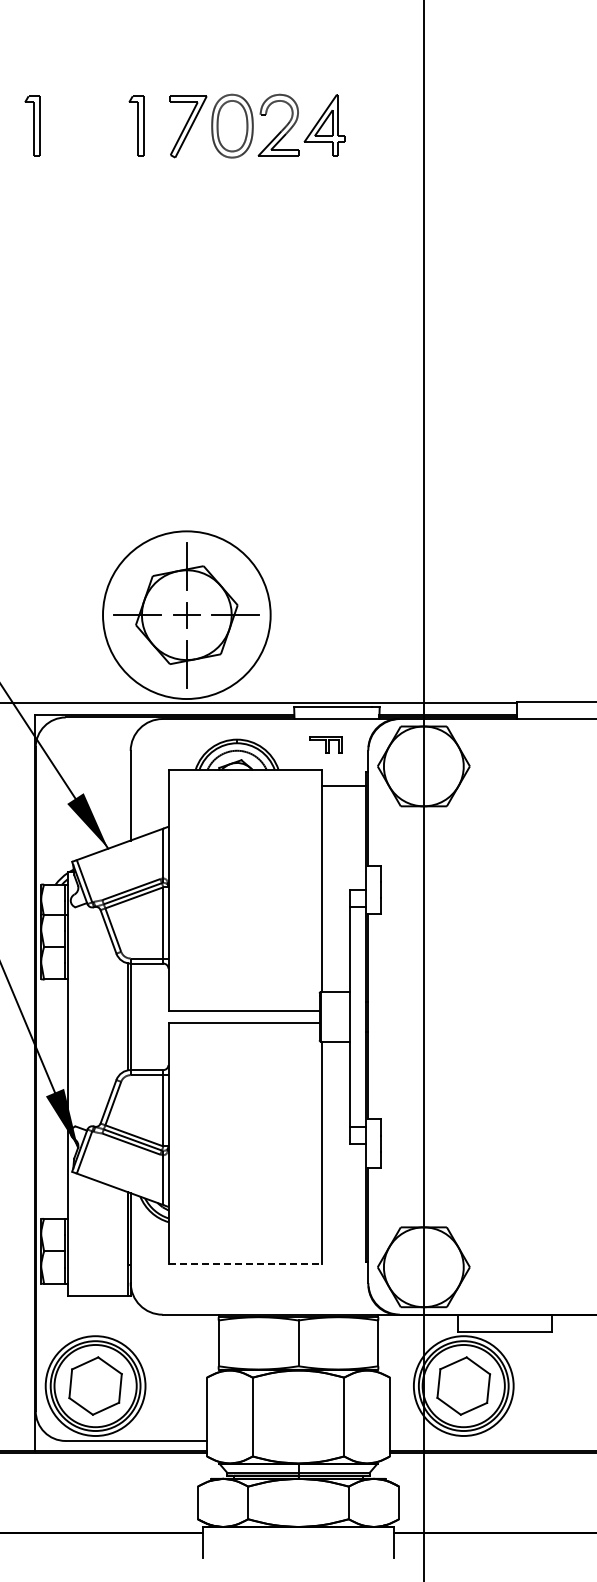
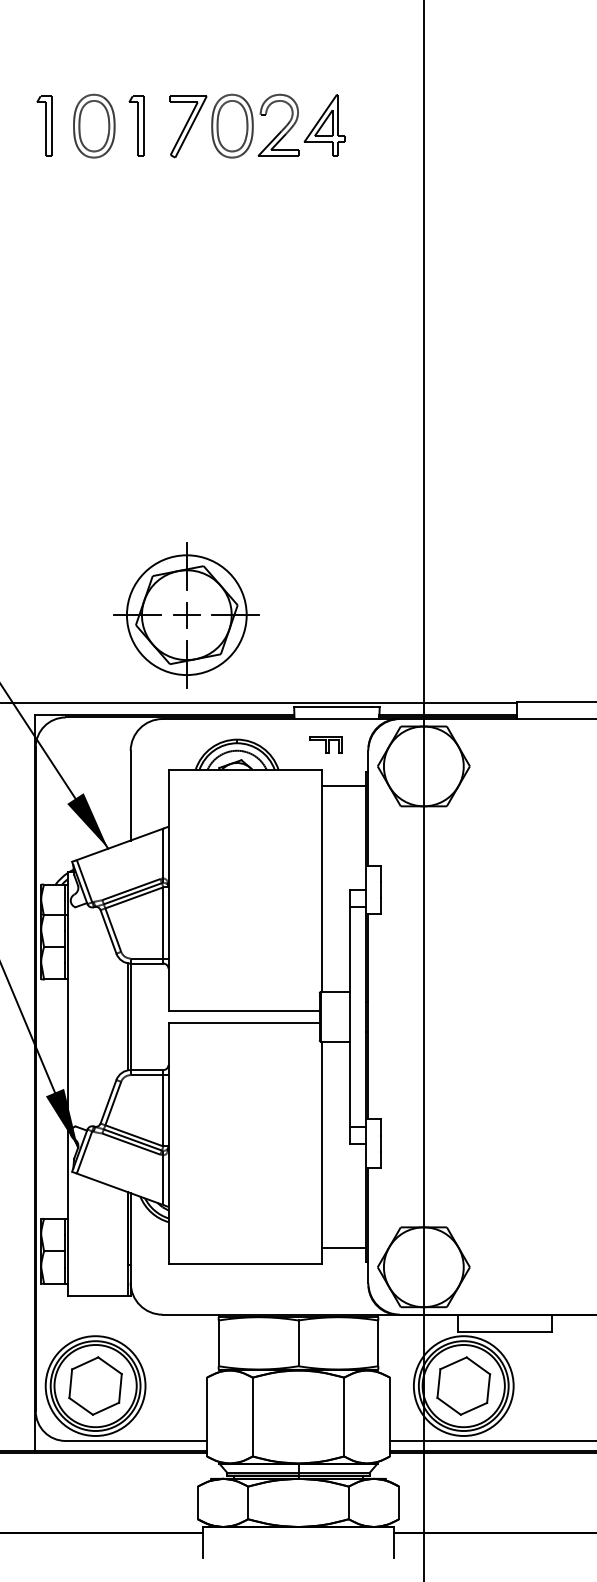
part at (32, 125) position: (32, 125) -> (44, 125)
part at (94, 125): none -> present
circle at (186, 615) diameter: 168 px -> 120 px
line at (343, 1247): none -> present
line at (245, 1264): dashed -> solid
line at (491, 1440): none -> present
